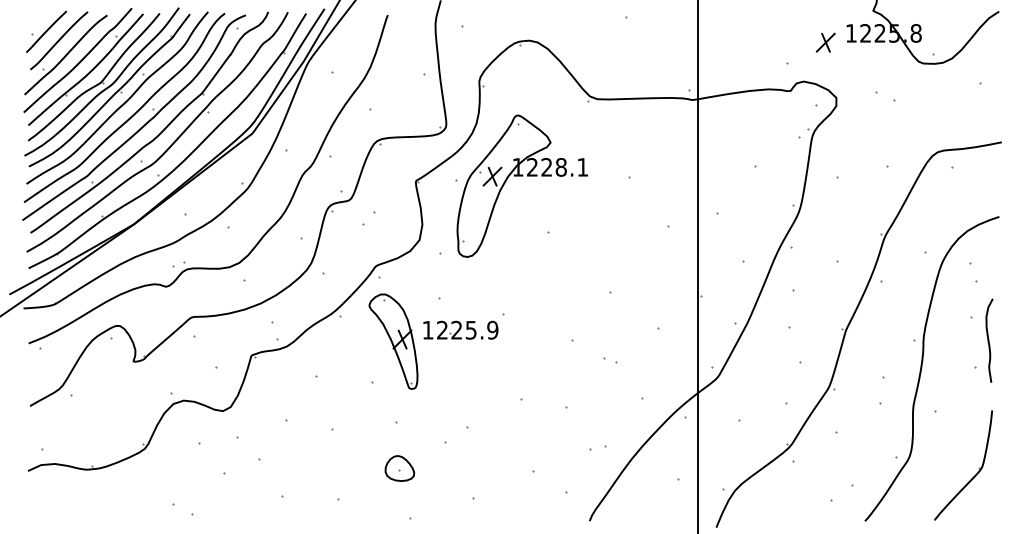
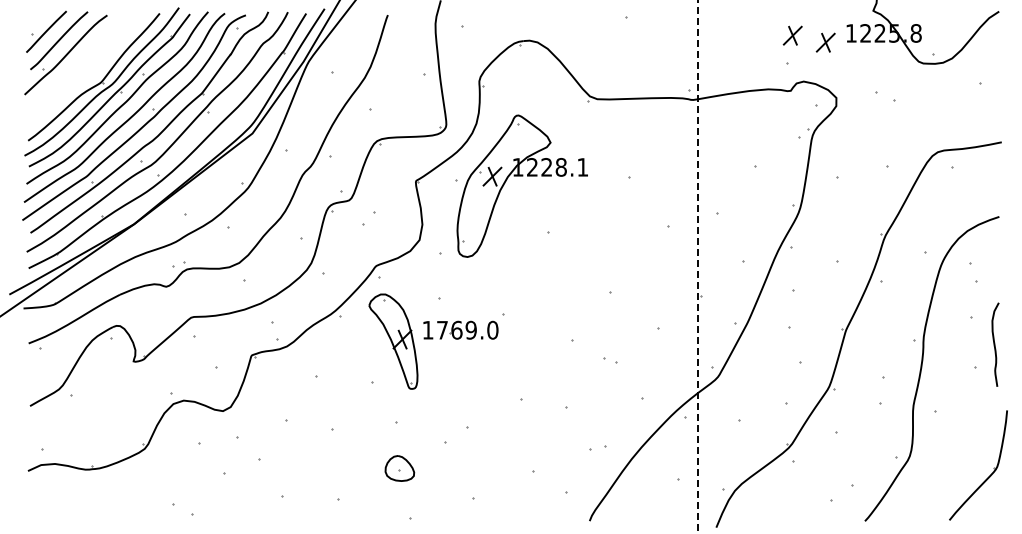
part at (792, 35): none -> present
part at (83, 66): present -> none
line at (698, 267): solid -> dashed
text at (467, 329): 1225.9 -> 1769.0
curve at (989, 340) position: (989, 340) -> (995, 344)
part at (974, 475) position: (974, 475) -> (989, 475)
